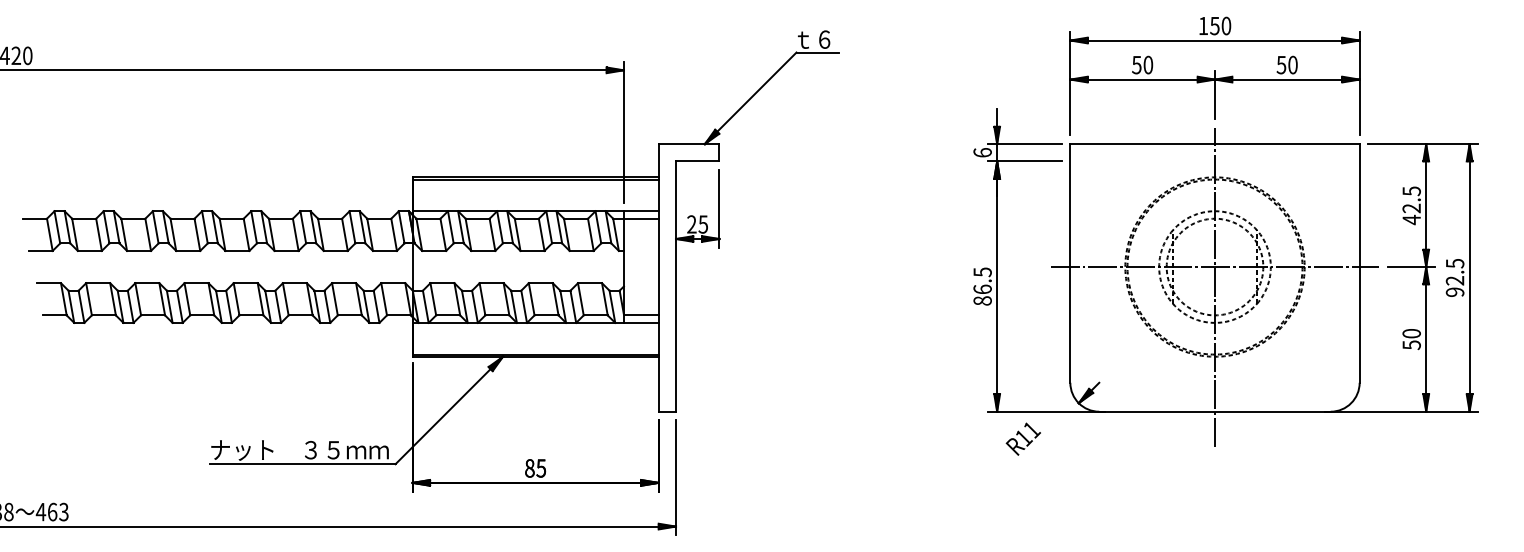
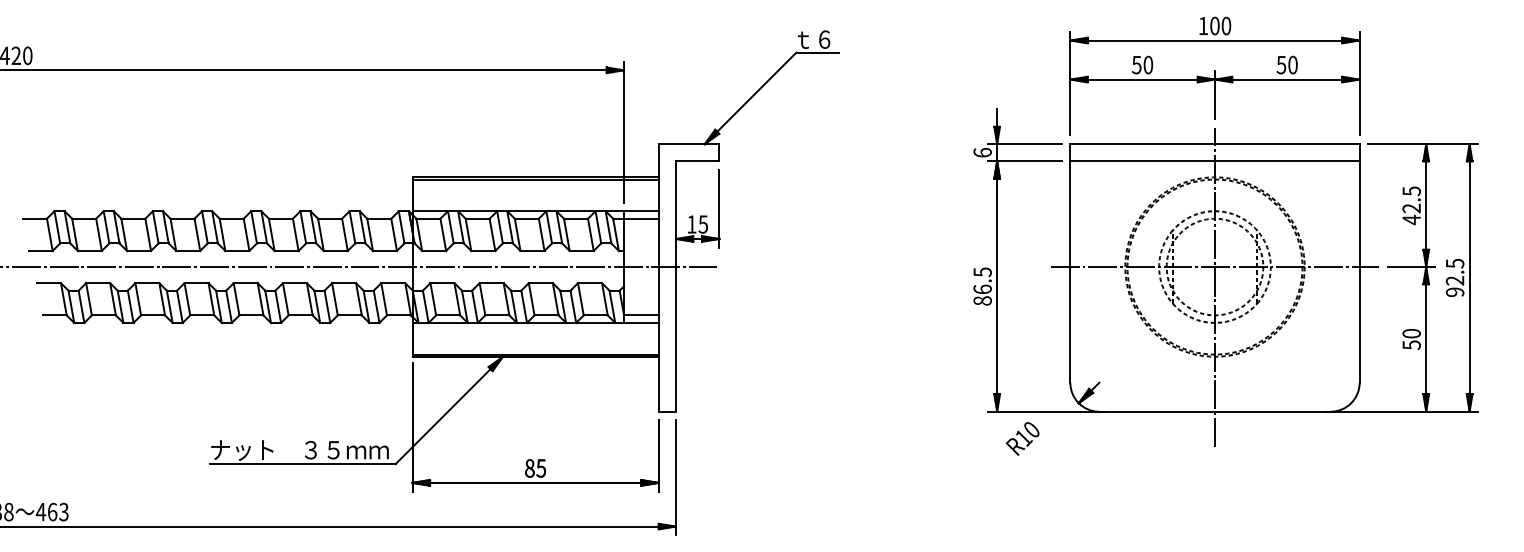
text at (1214, 25): 150 -> 100
line at (1214, 161): none -> present
text at (691, 224): 25 -> 15
line at (359, 267): none -> present
text at (1032, 430): R11 -> R10
